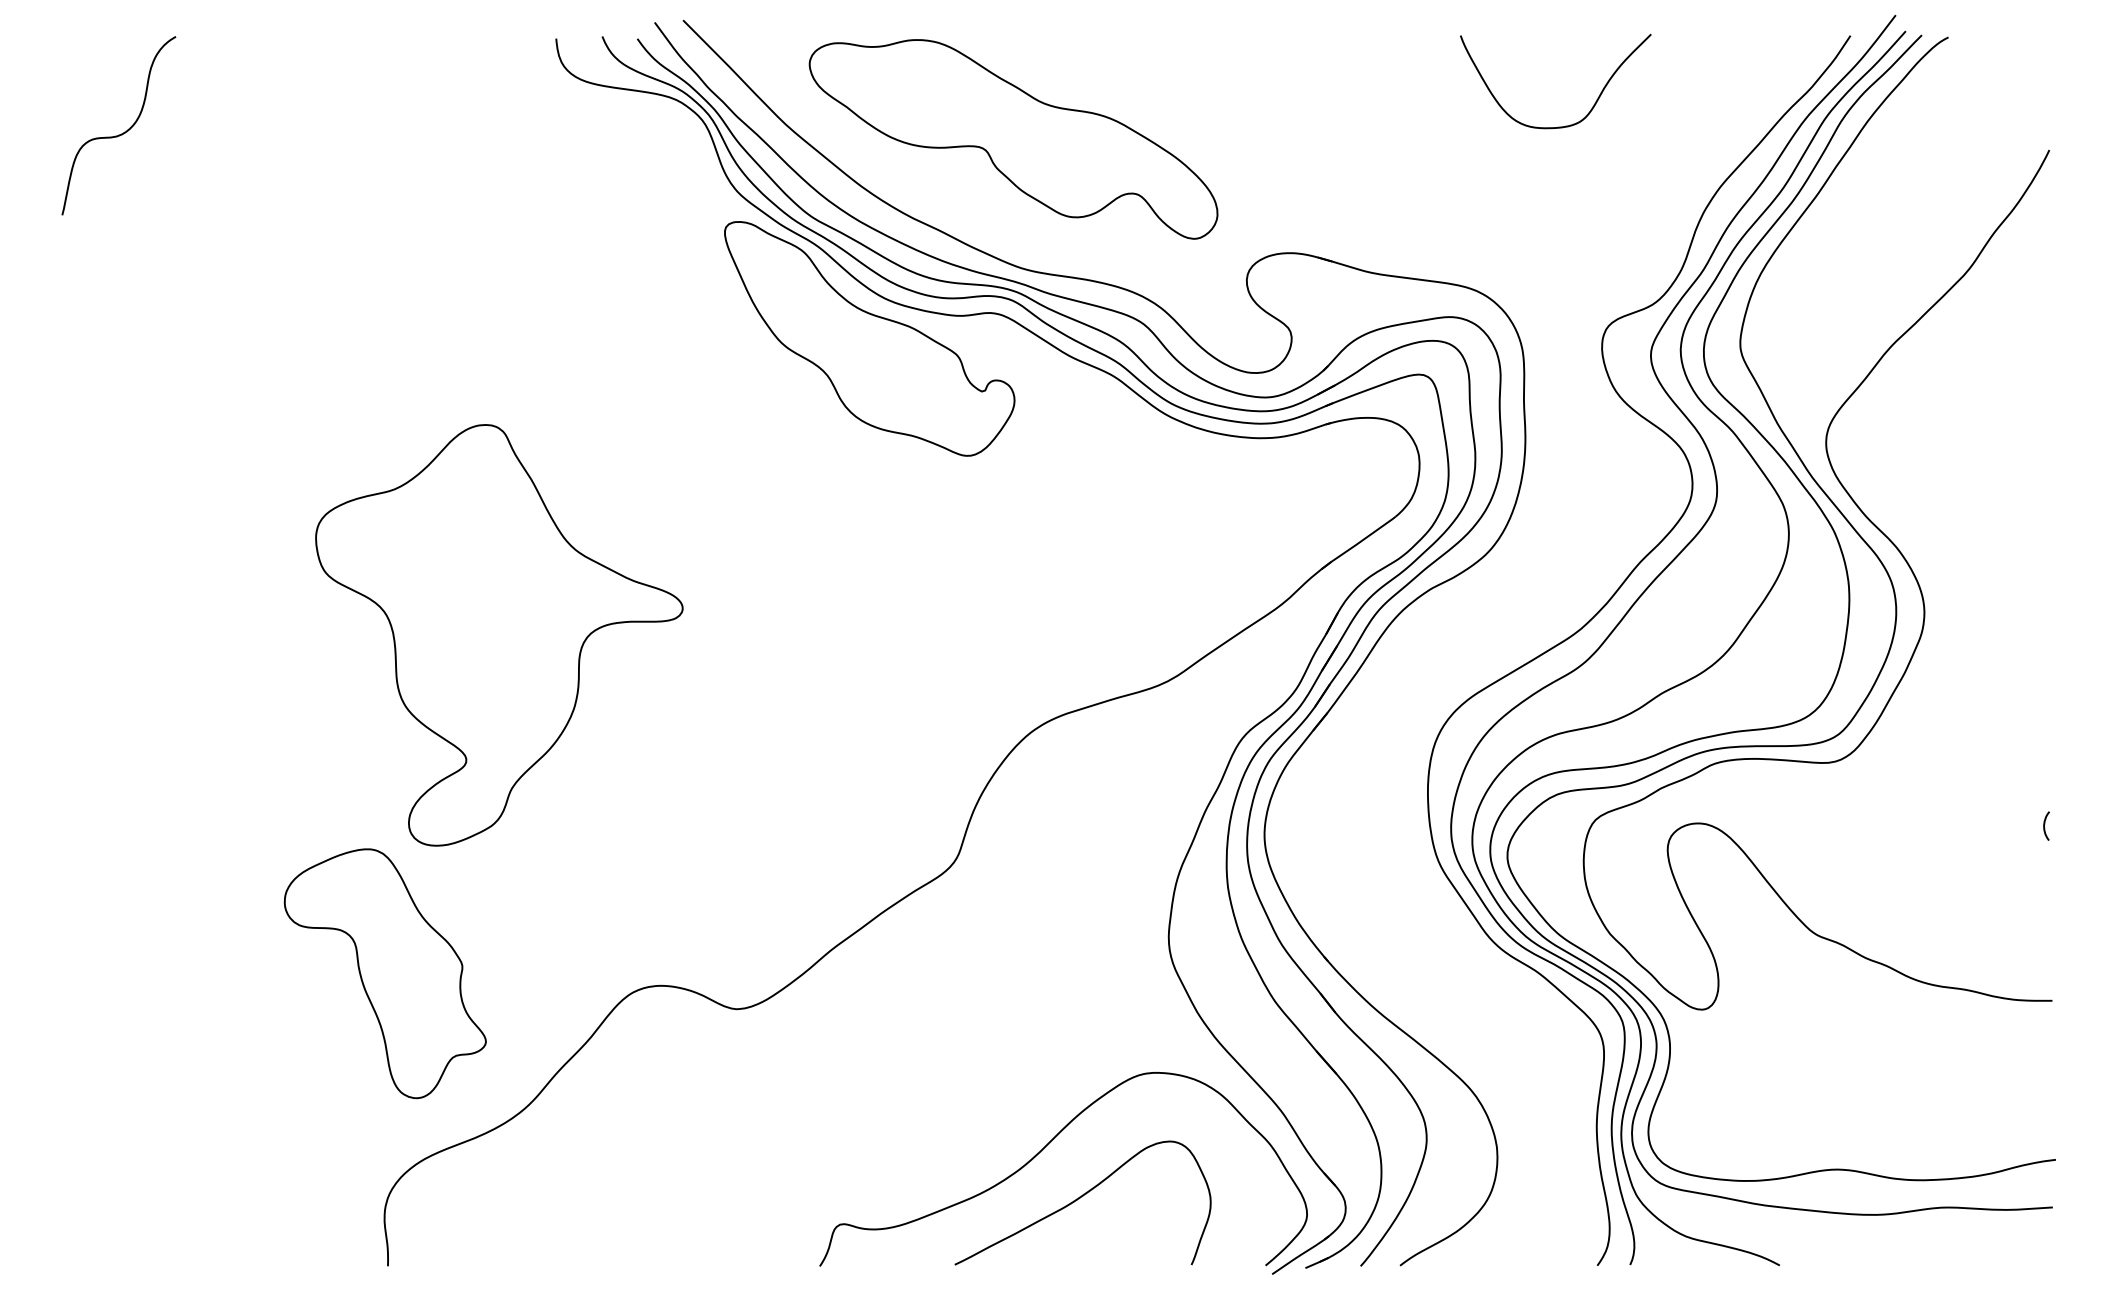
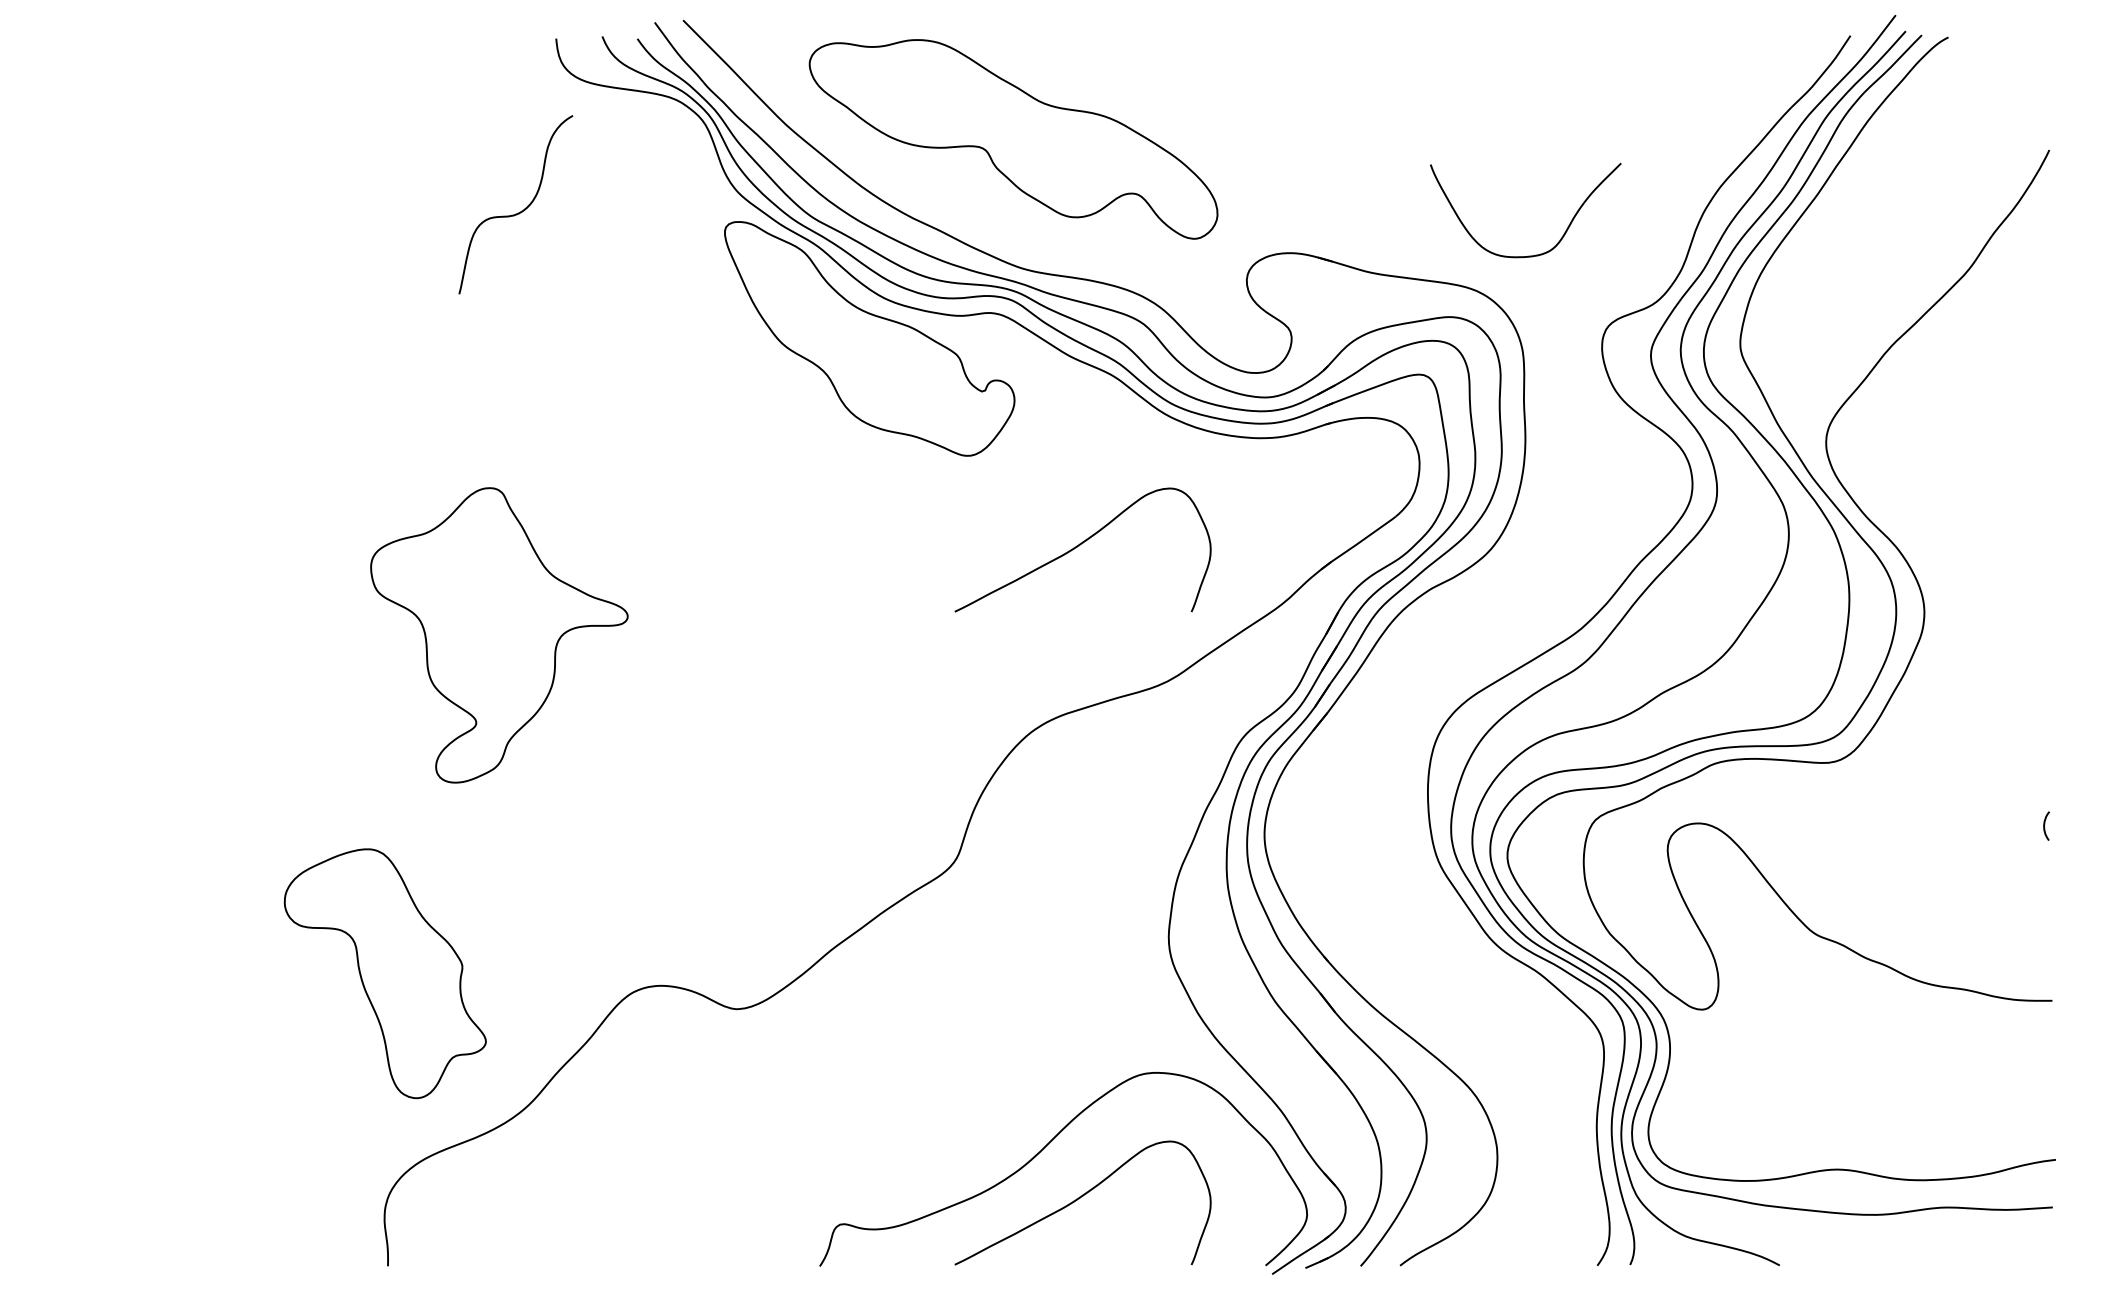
curve at (1592, 106) position: (1592, 106) -> (1562, 235)
curve at (124, 131) position: (124, 131) -> (521, 210)
curve at (1079, 546): none -> present
part at (499, 635) size: 369x423 px -> 259x297 px
